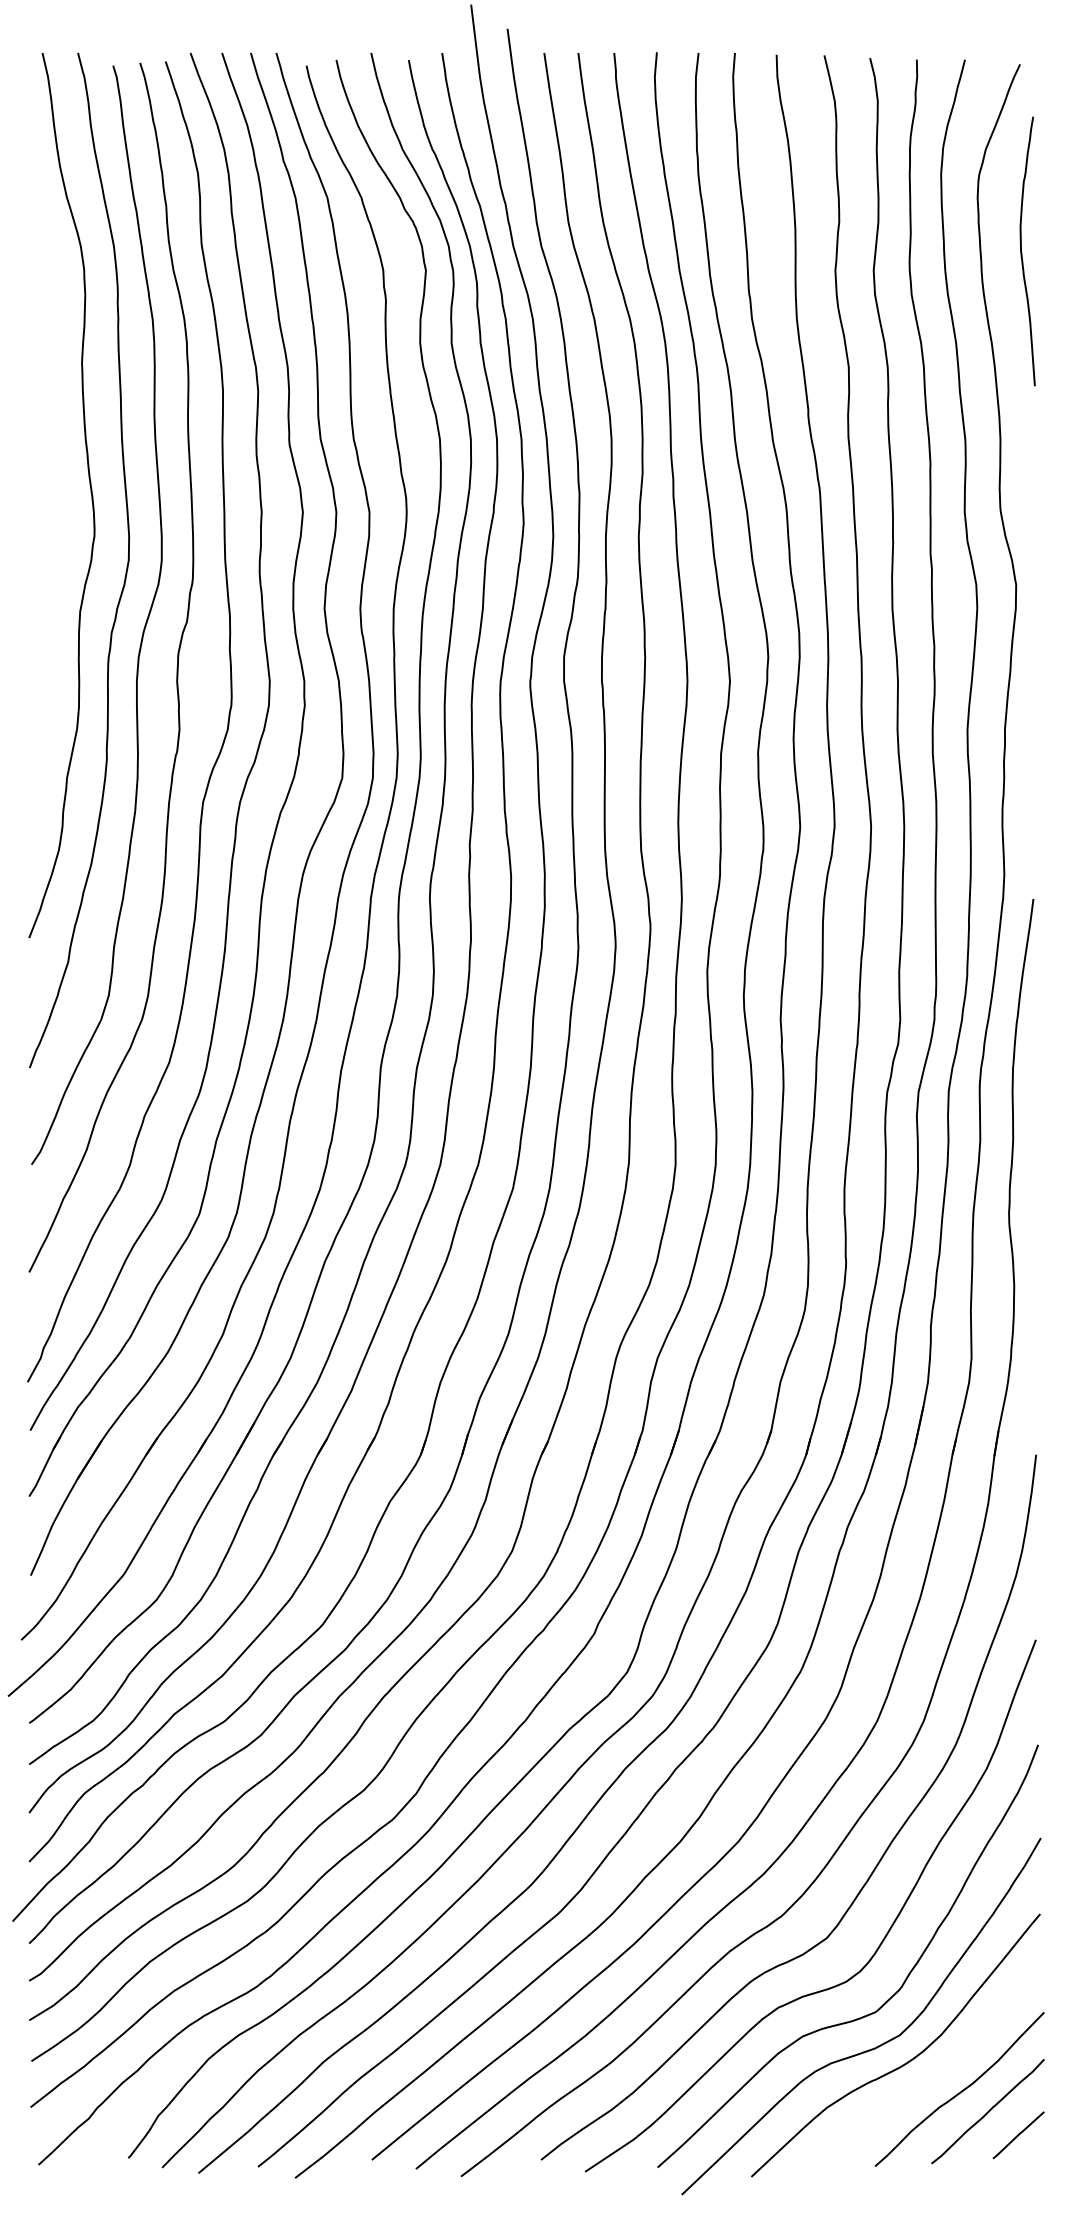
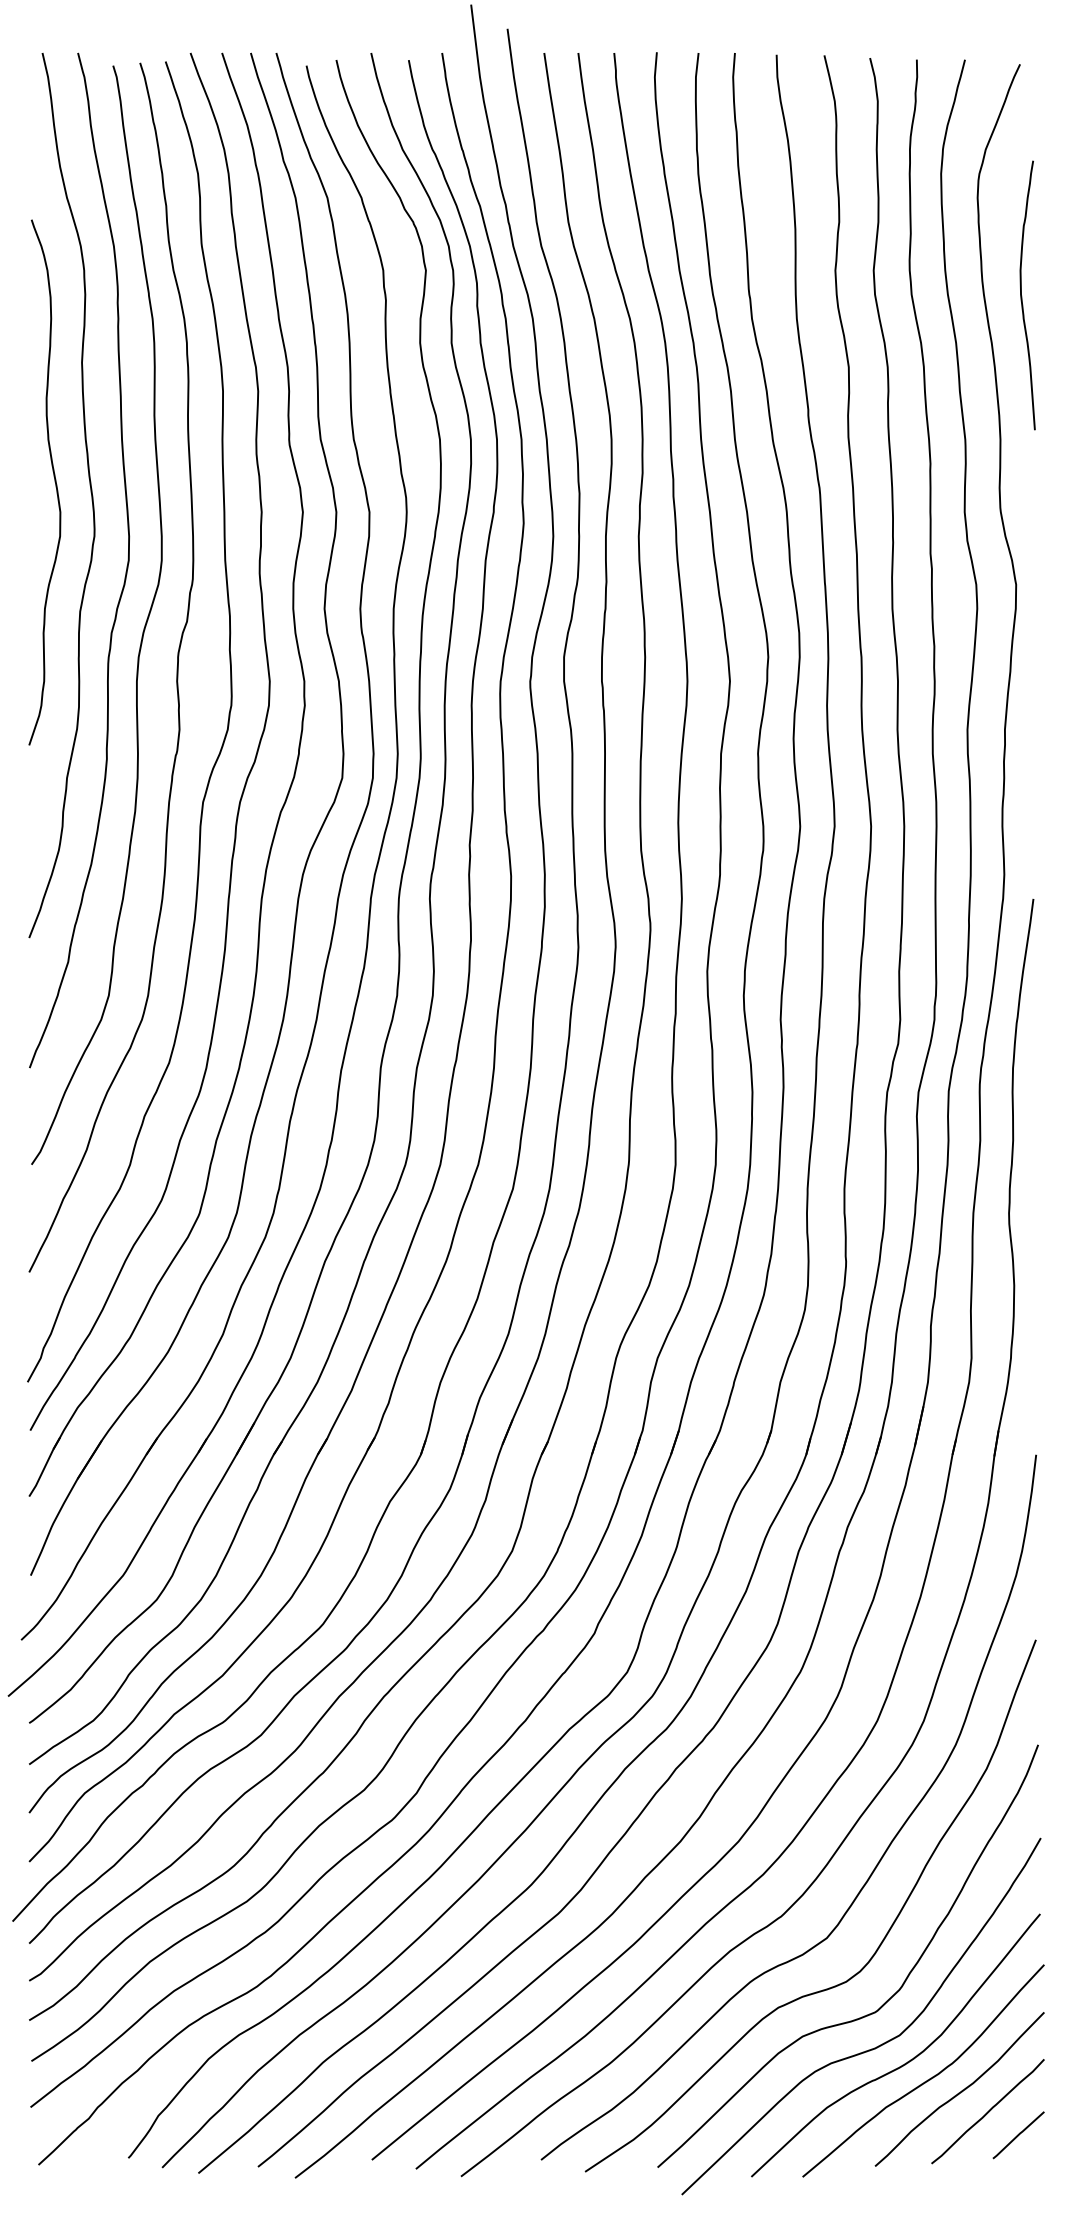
curve at (1022, 252) position: (1022, 252) -> (1022, 296)
curve at (54, 482): none -> present
curve at (927, 2079): none -> present
